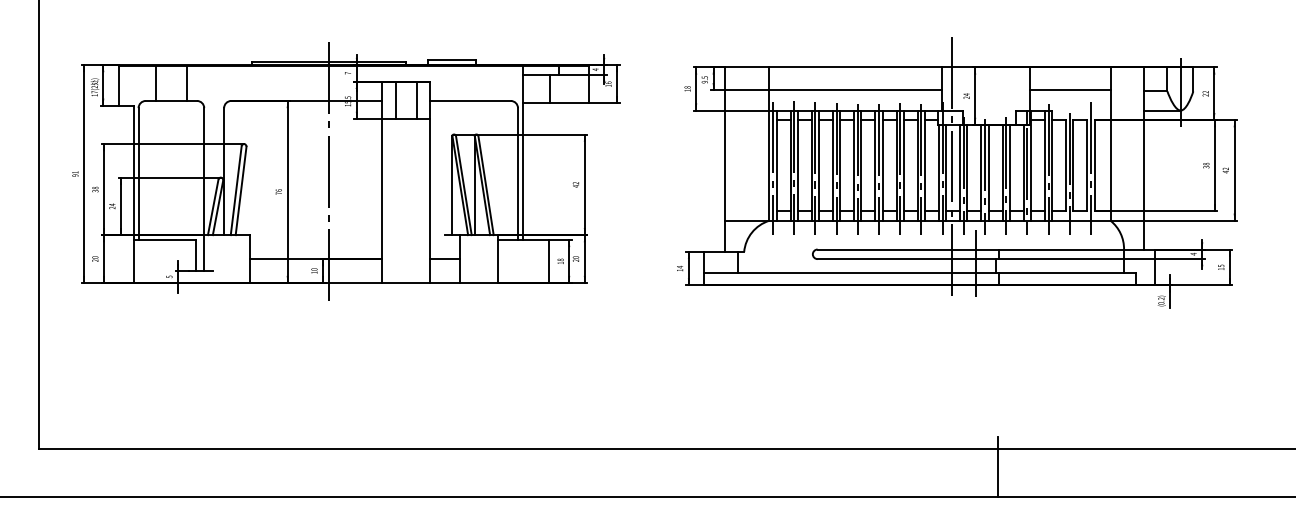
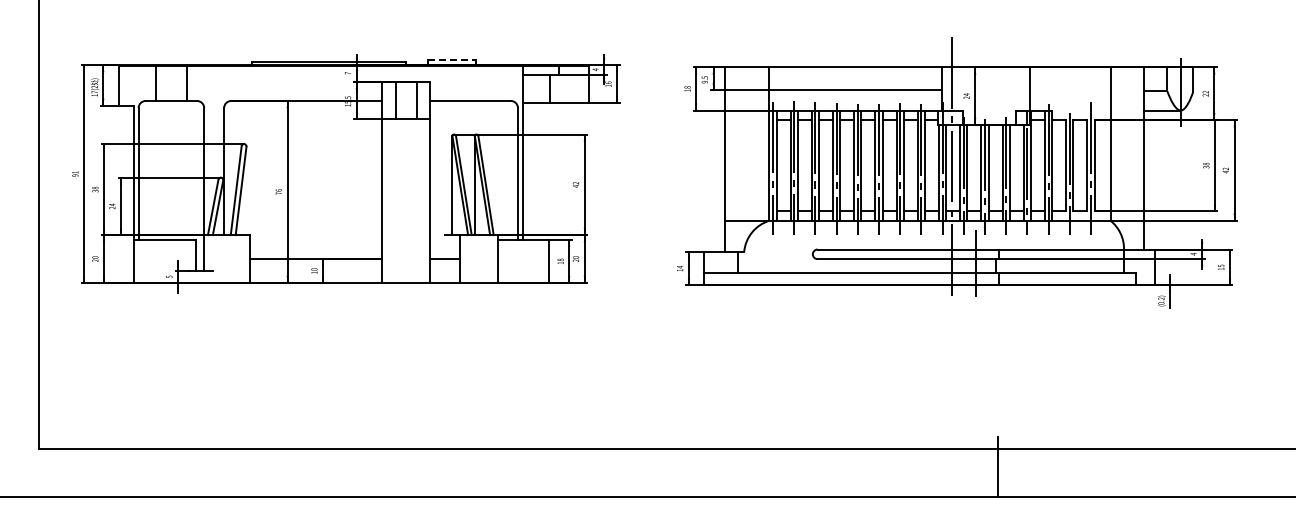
line at (452, 59): solid -> dashed
line at (1070, 90): present -> none
line at (328, 172): present -> none
